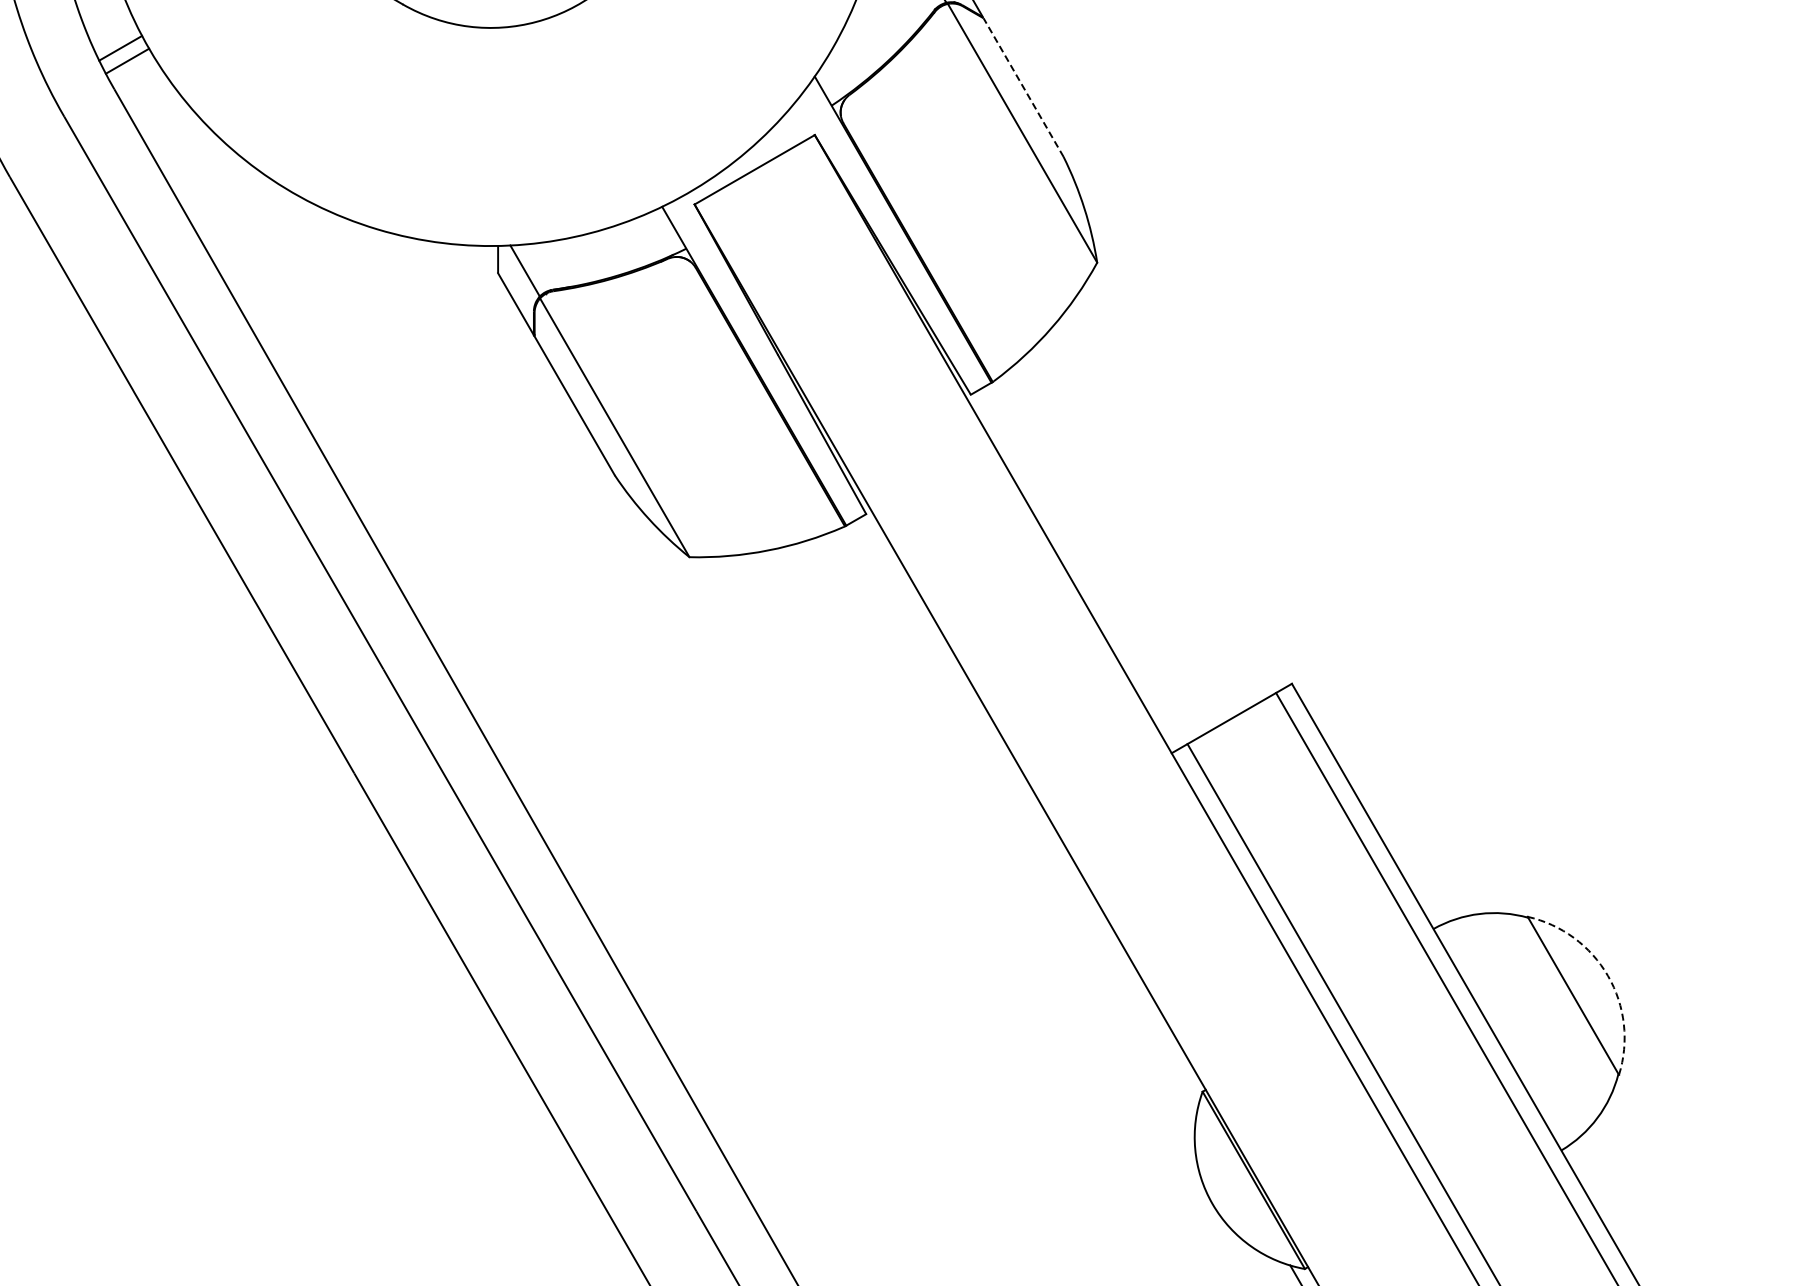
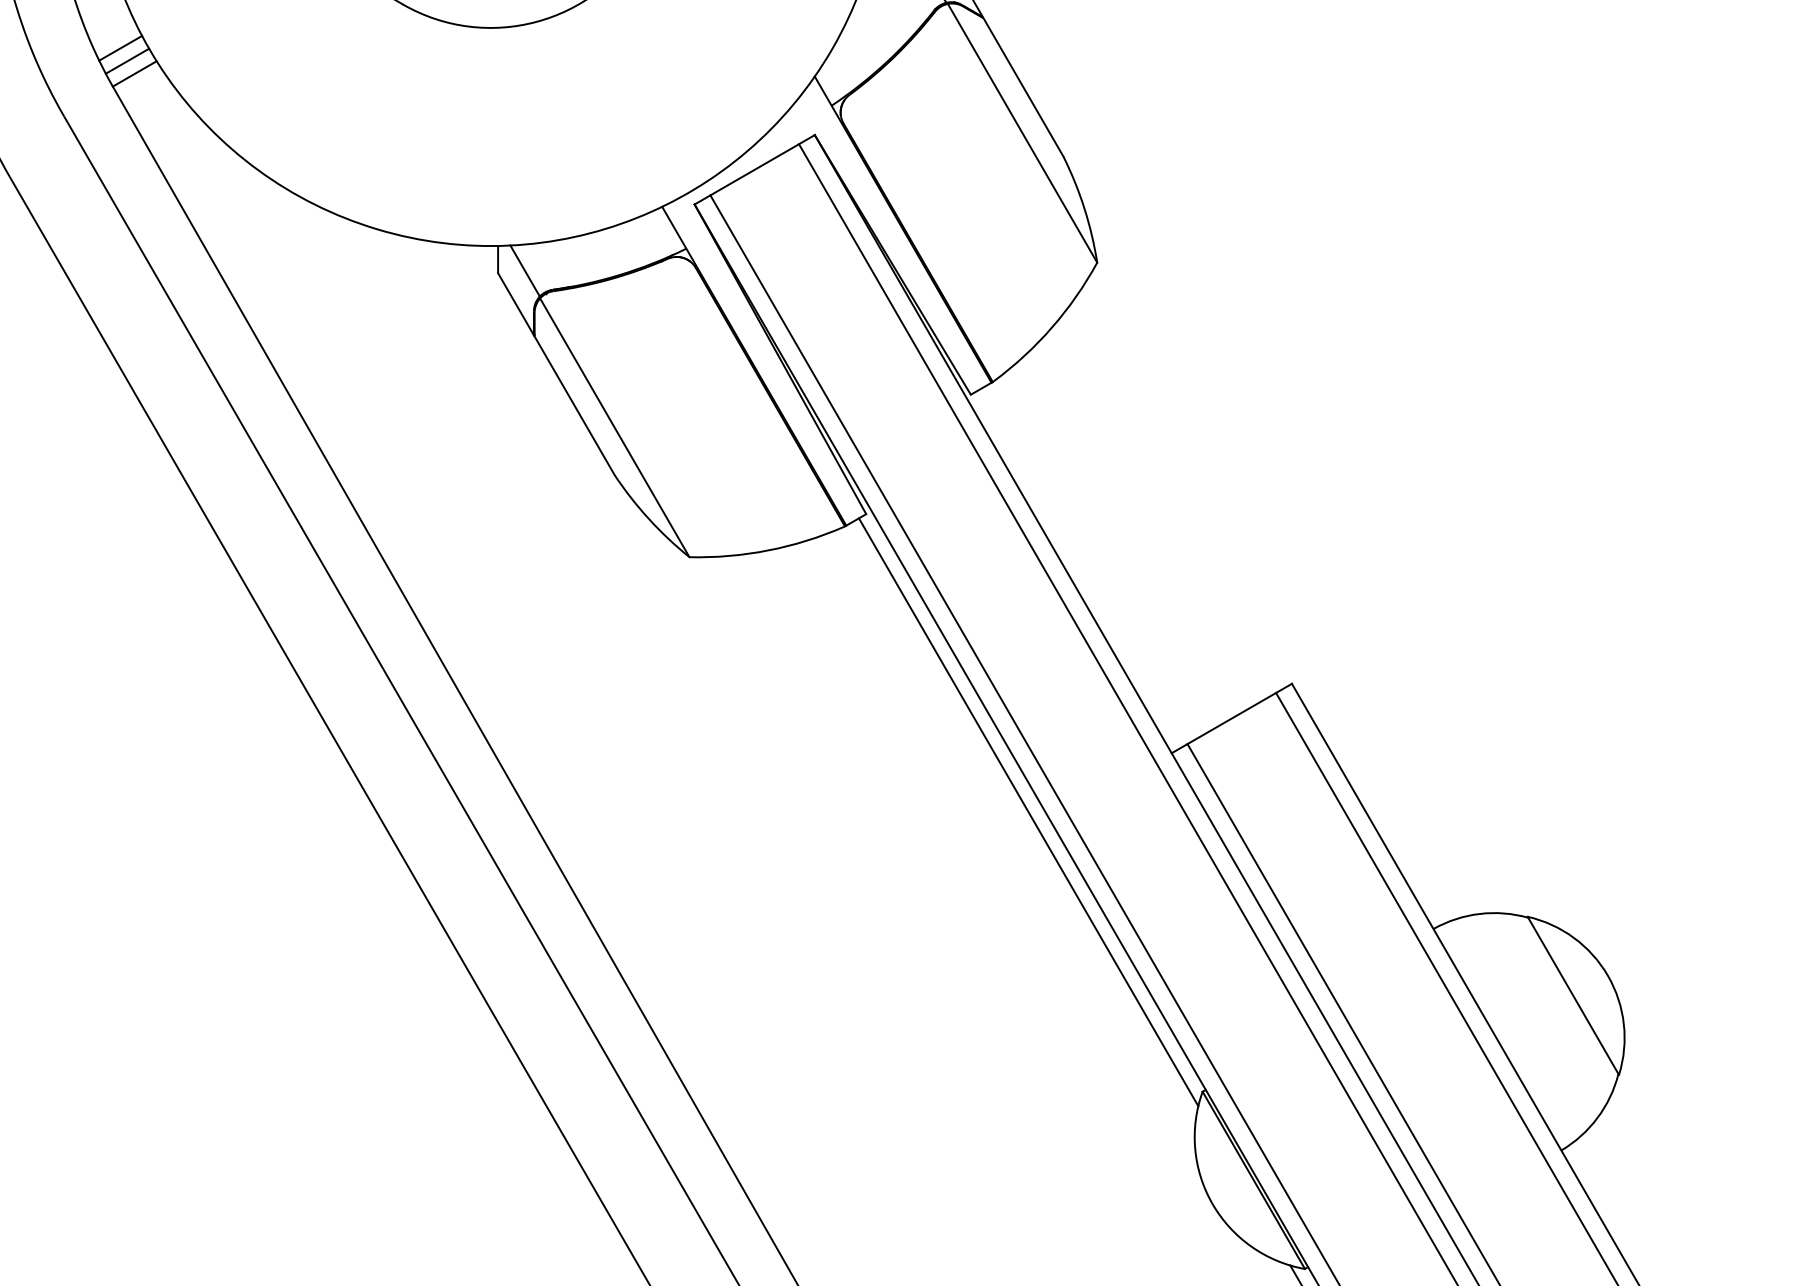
line at (134, 73): none -> present
line at (1023, 87): dashed -> solid
line at (1127, 713): none -> present
line at (1024, 738): none -> present
line at (1028, 812): none -> present
arc at (1608, 975): dashed -> solid
